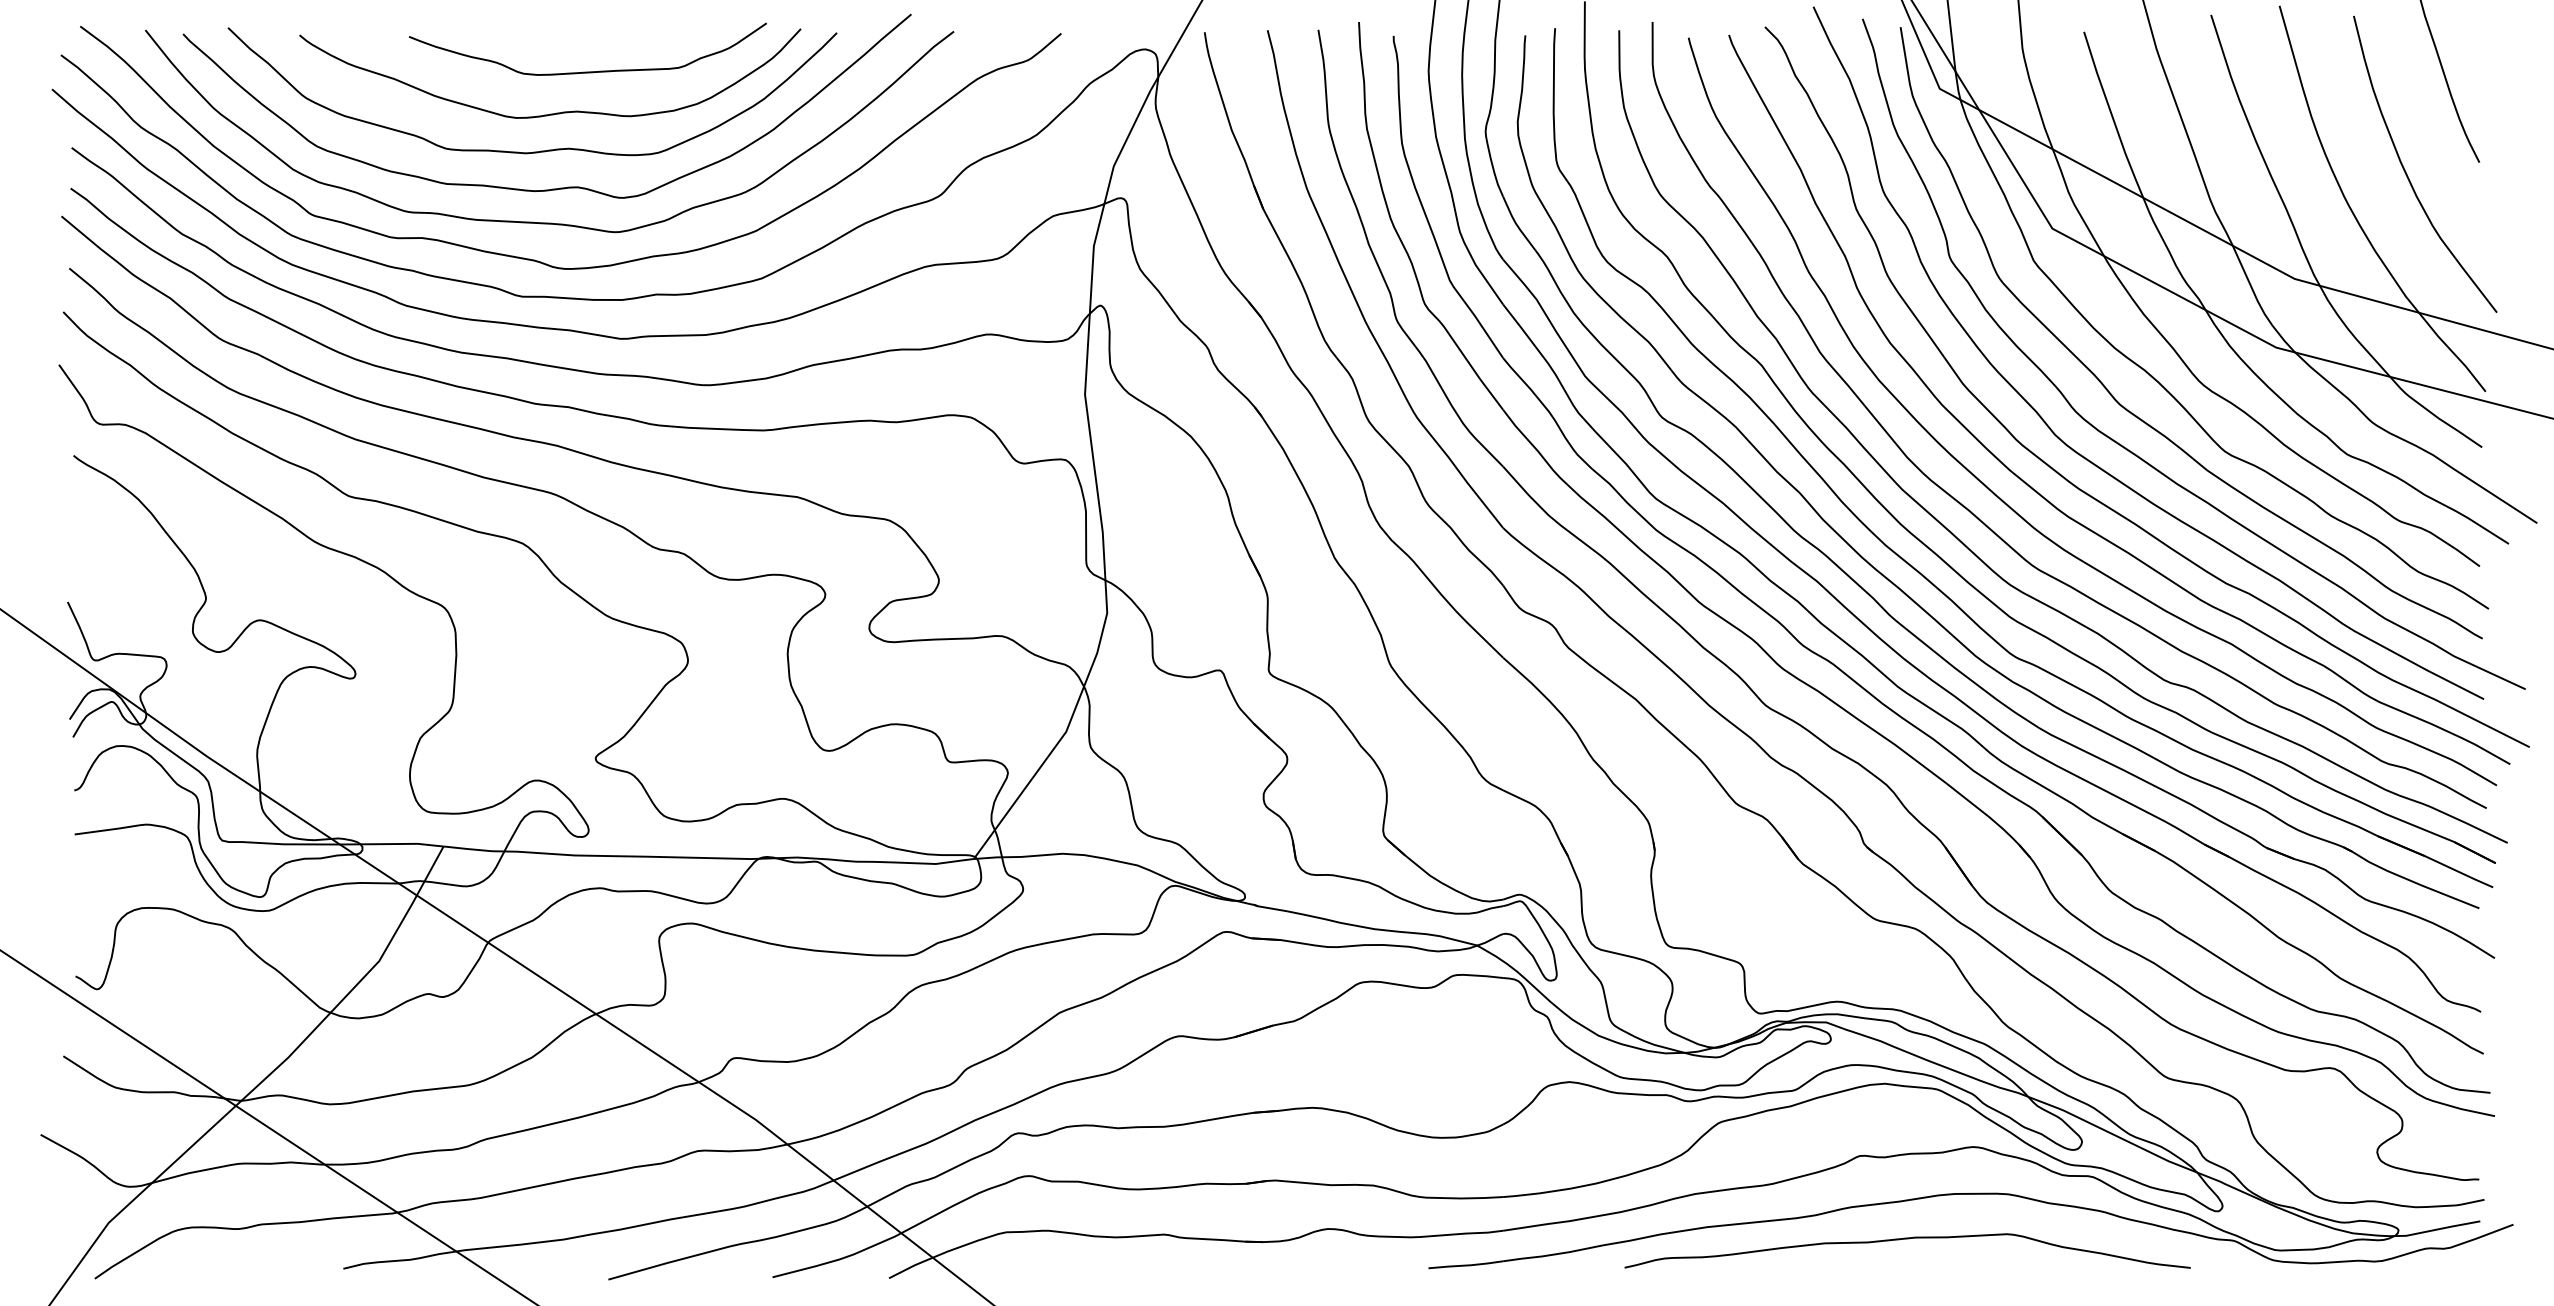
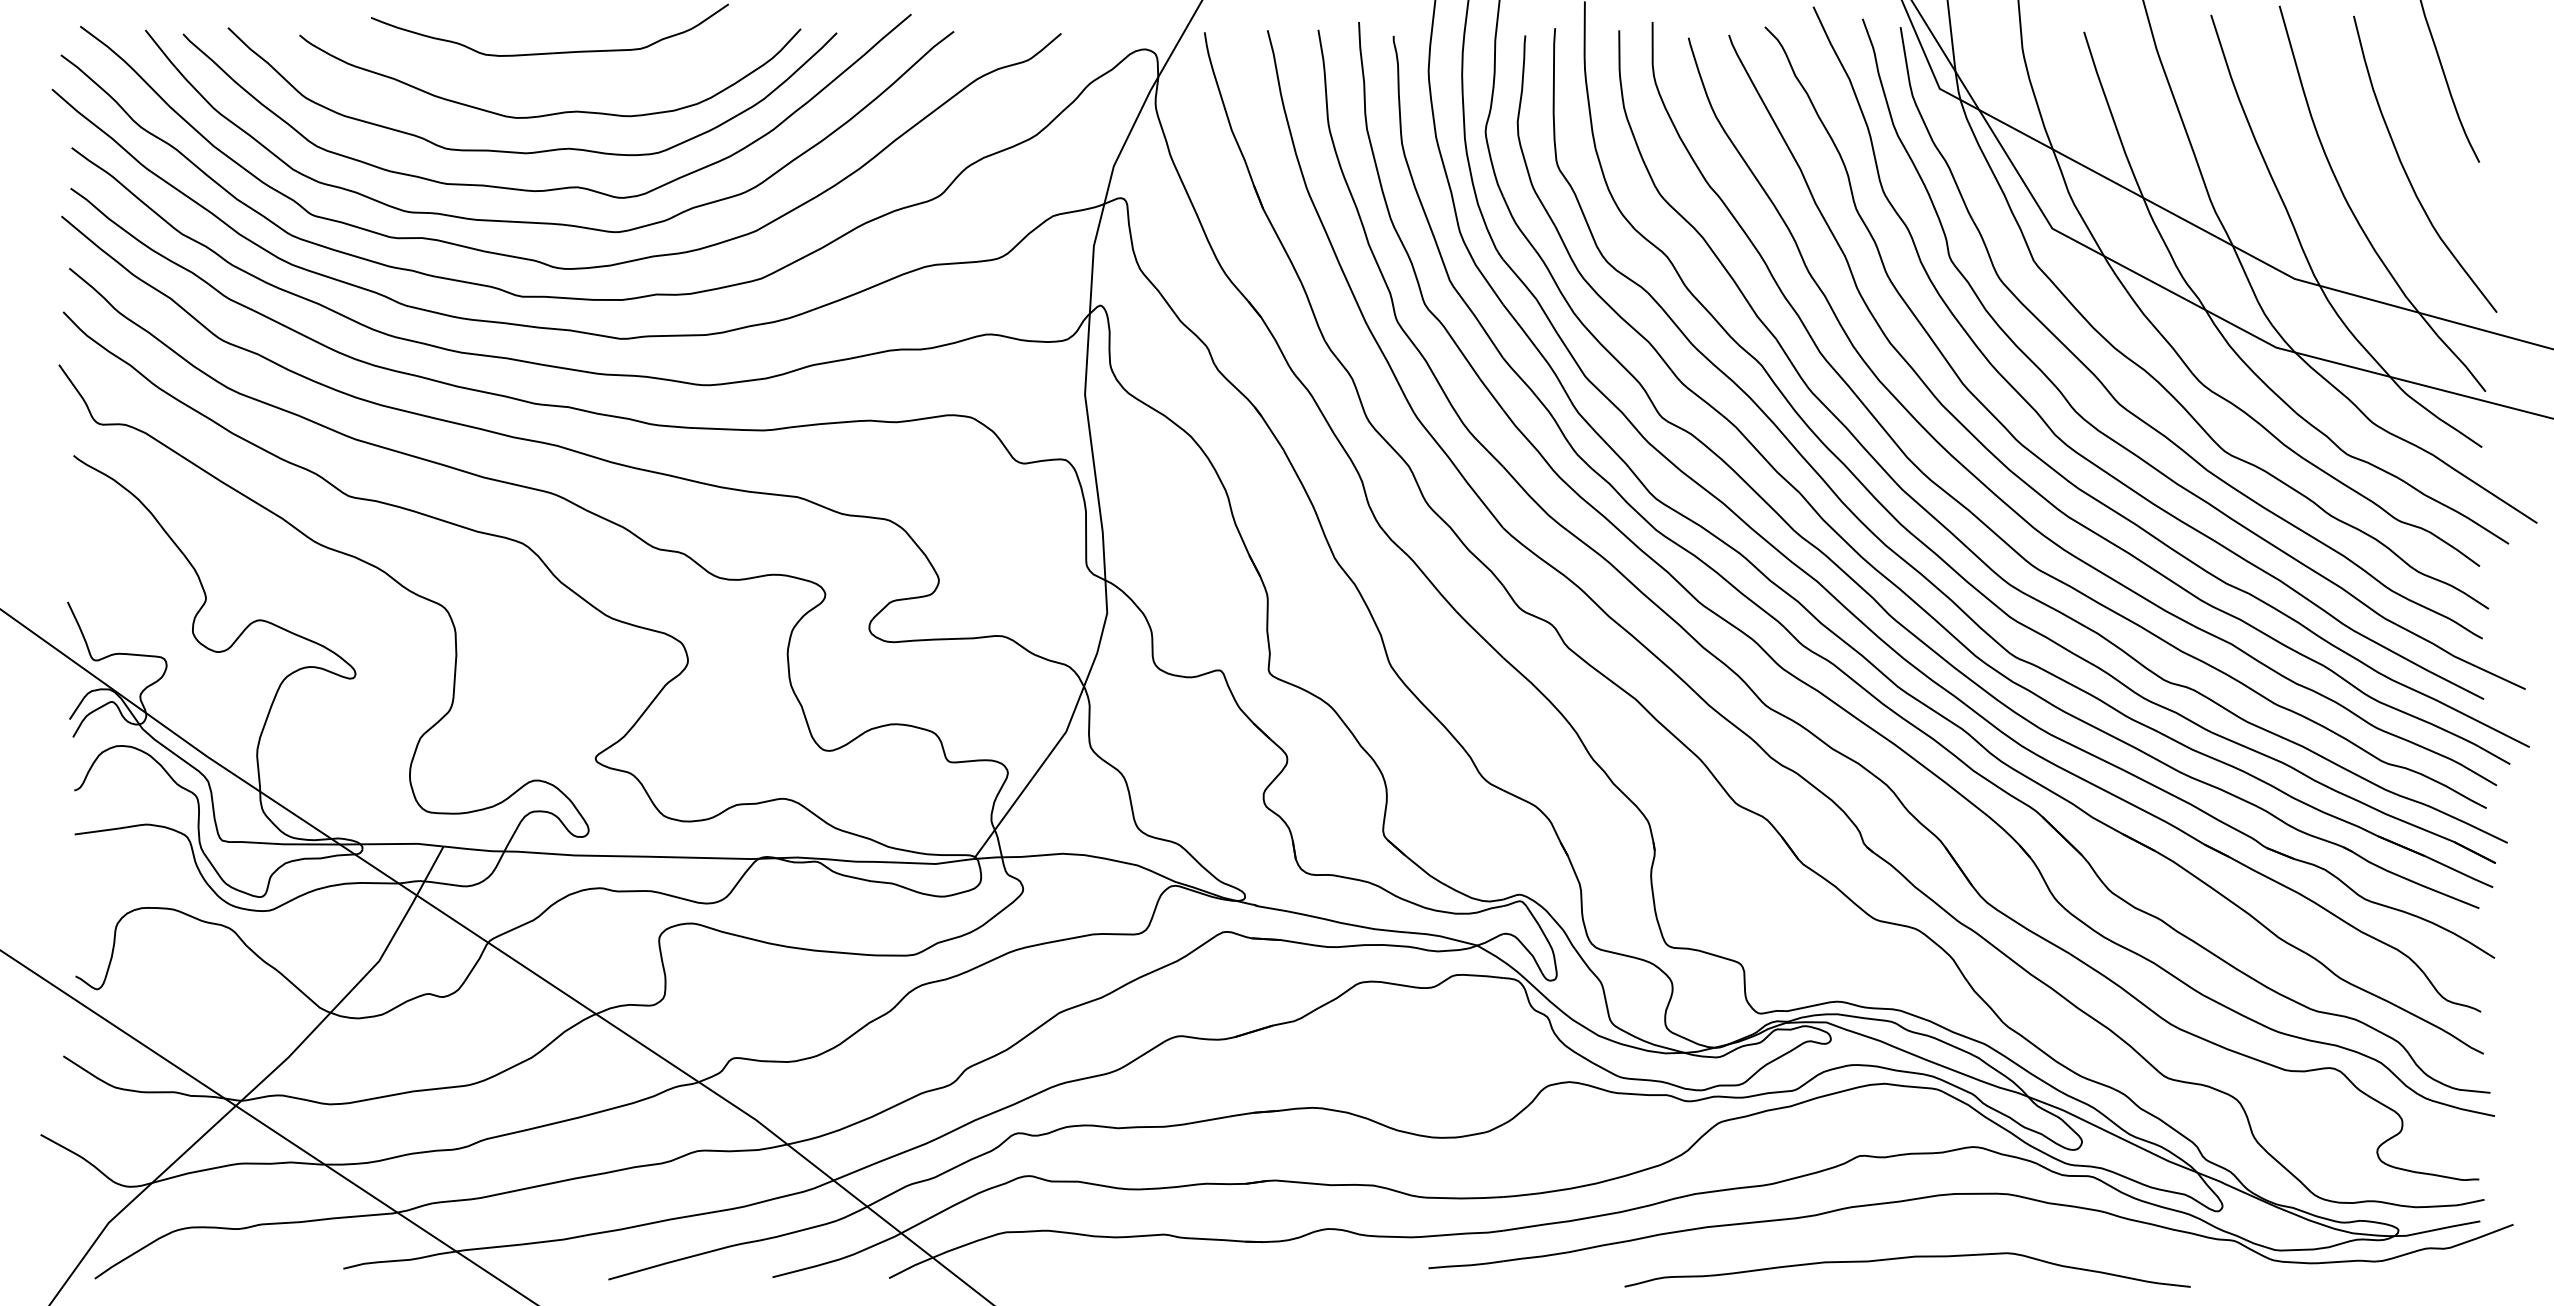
curve at (587, 71) position: (587, 71) -> (549, 52)
curve at (1907, 1239) position: (1907, 1239) -> (1907, 1258)
